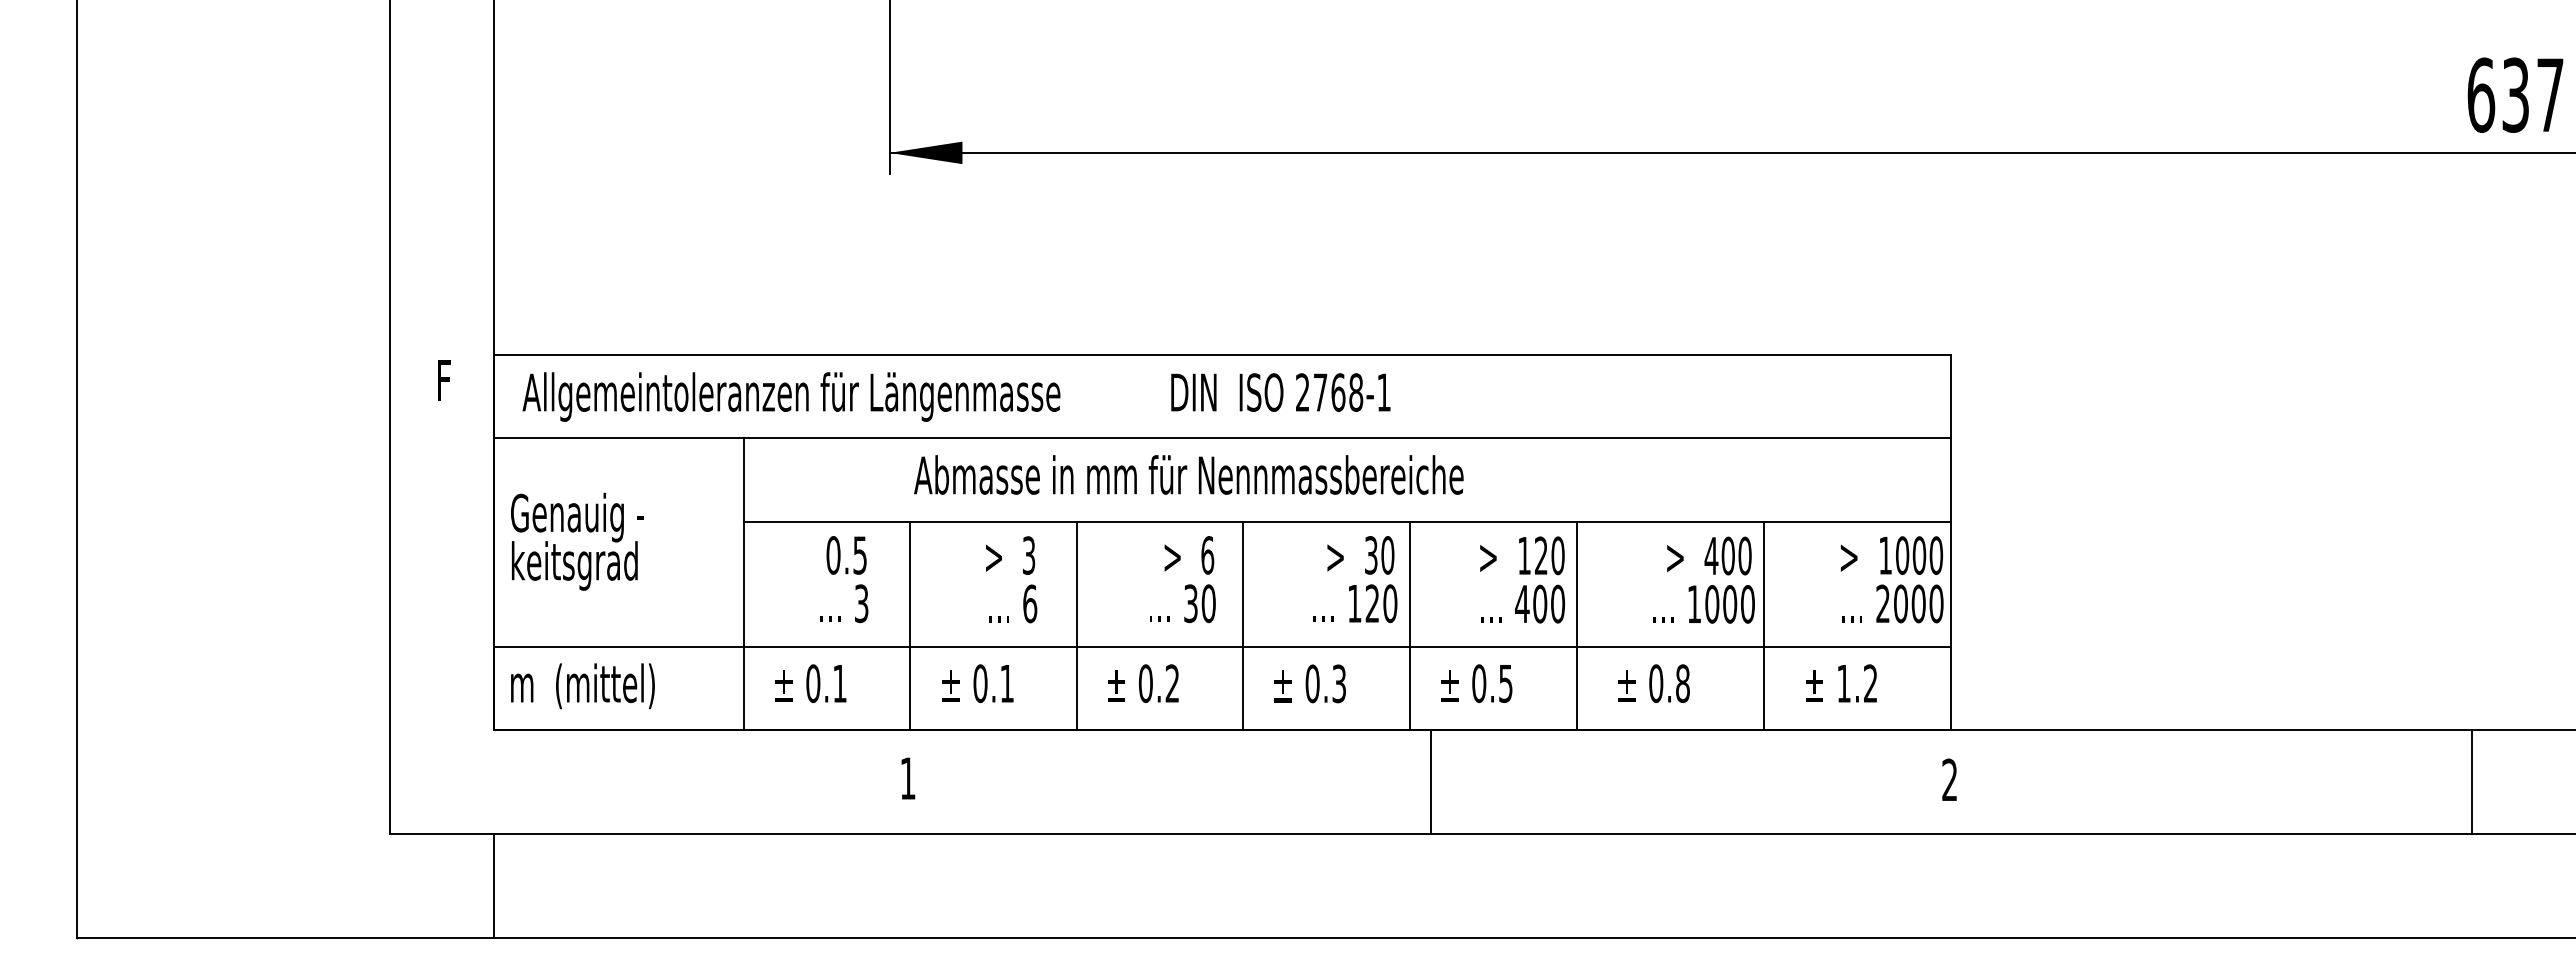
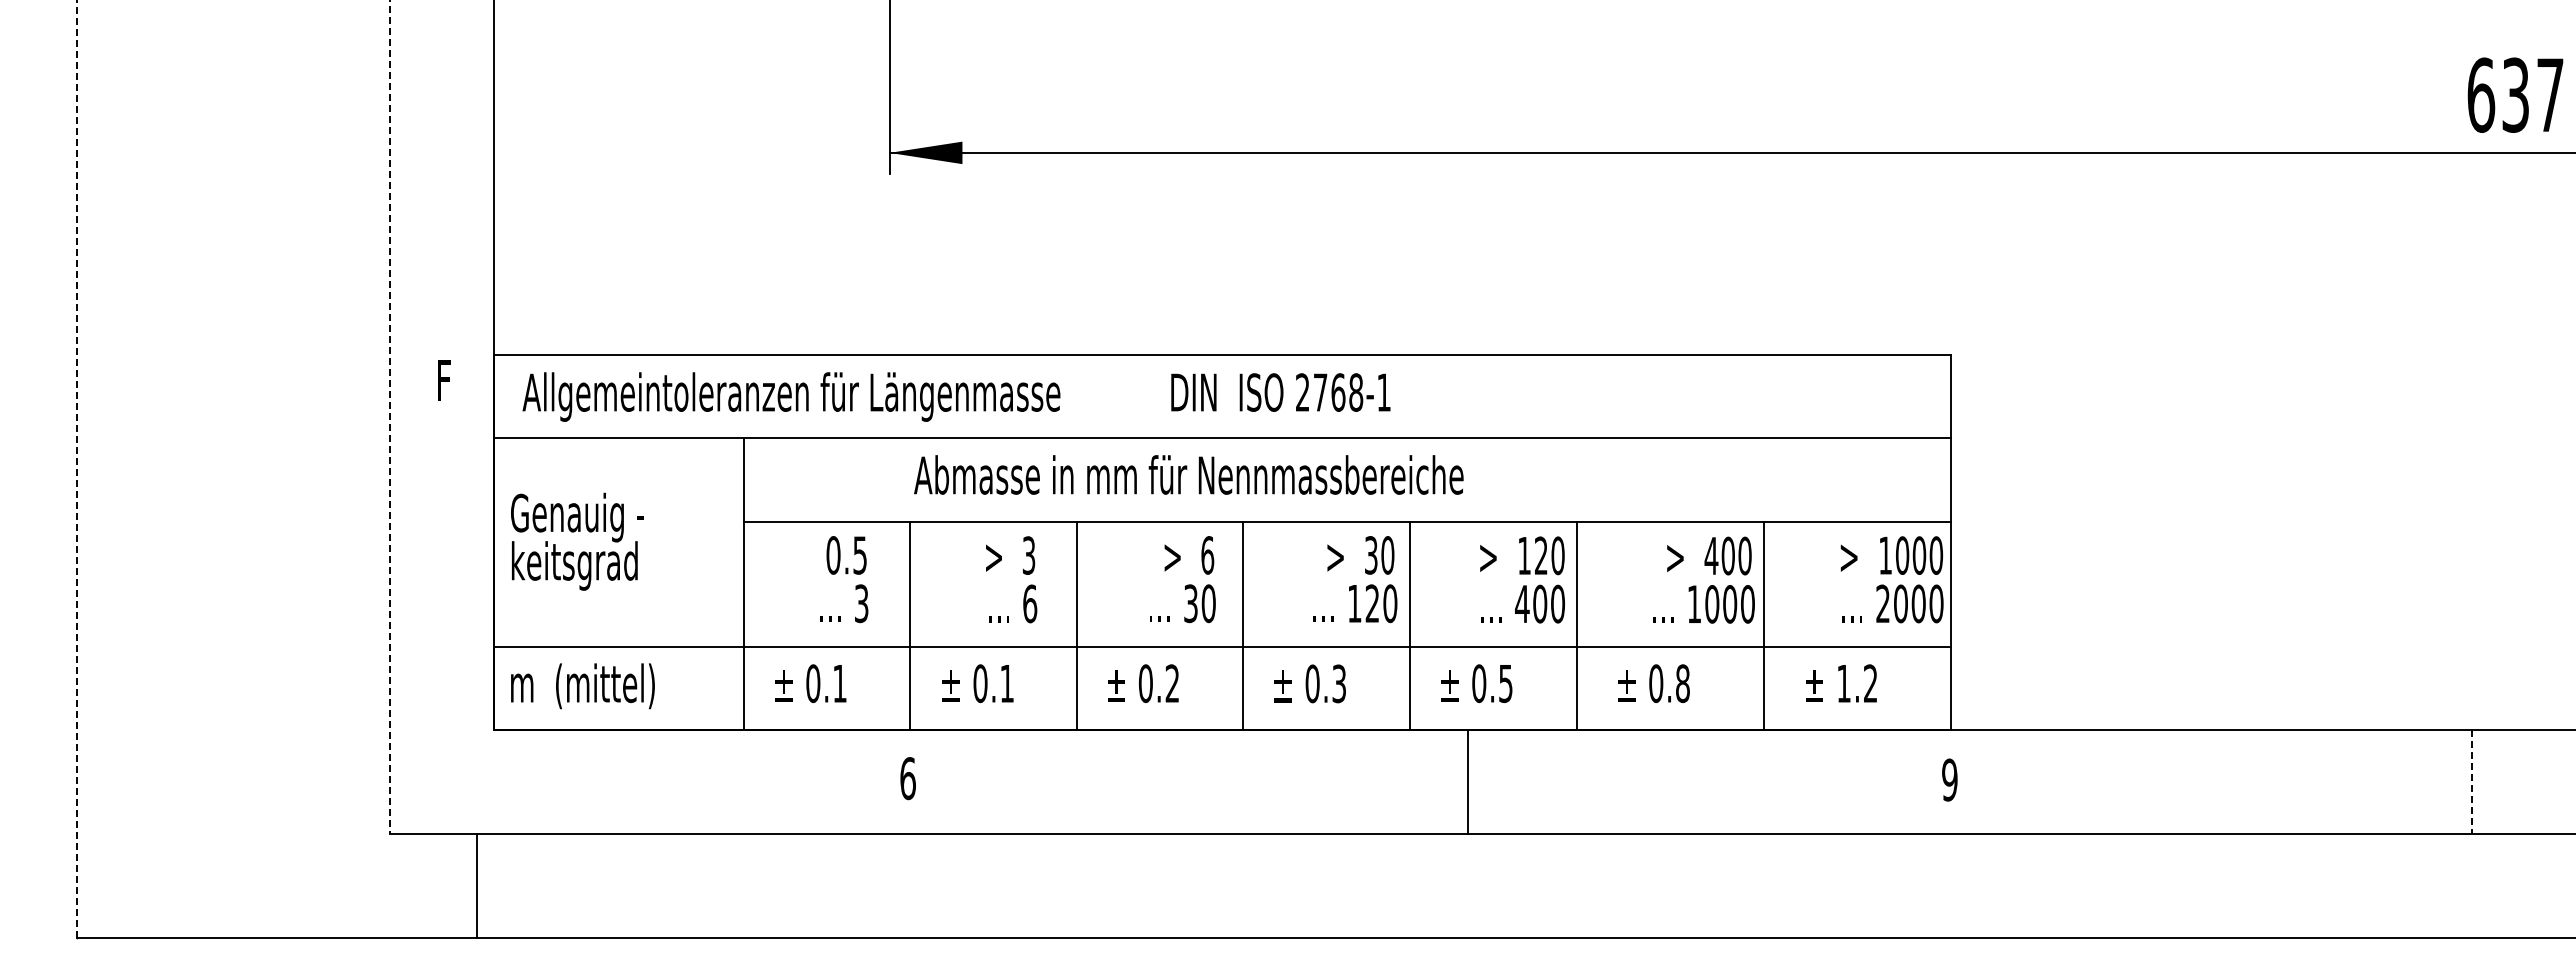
line at (389, 417): solid -> dashed
line at (77, 469): solid -> dashed
text at (907, 778): 1 -> 6
text at (1949, 779): 2 -> 9
line at (1430, 781) position: (1430, 781) -> (1467, 781)
line at (2471, 782): solid -> dashed
line at (493, 886) position: (493, 886) -> (476, 886)
